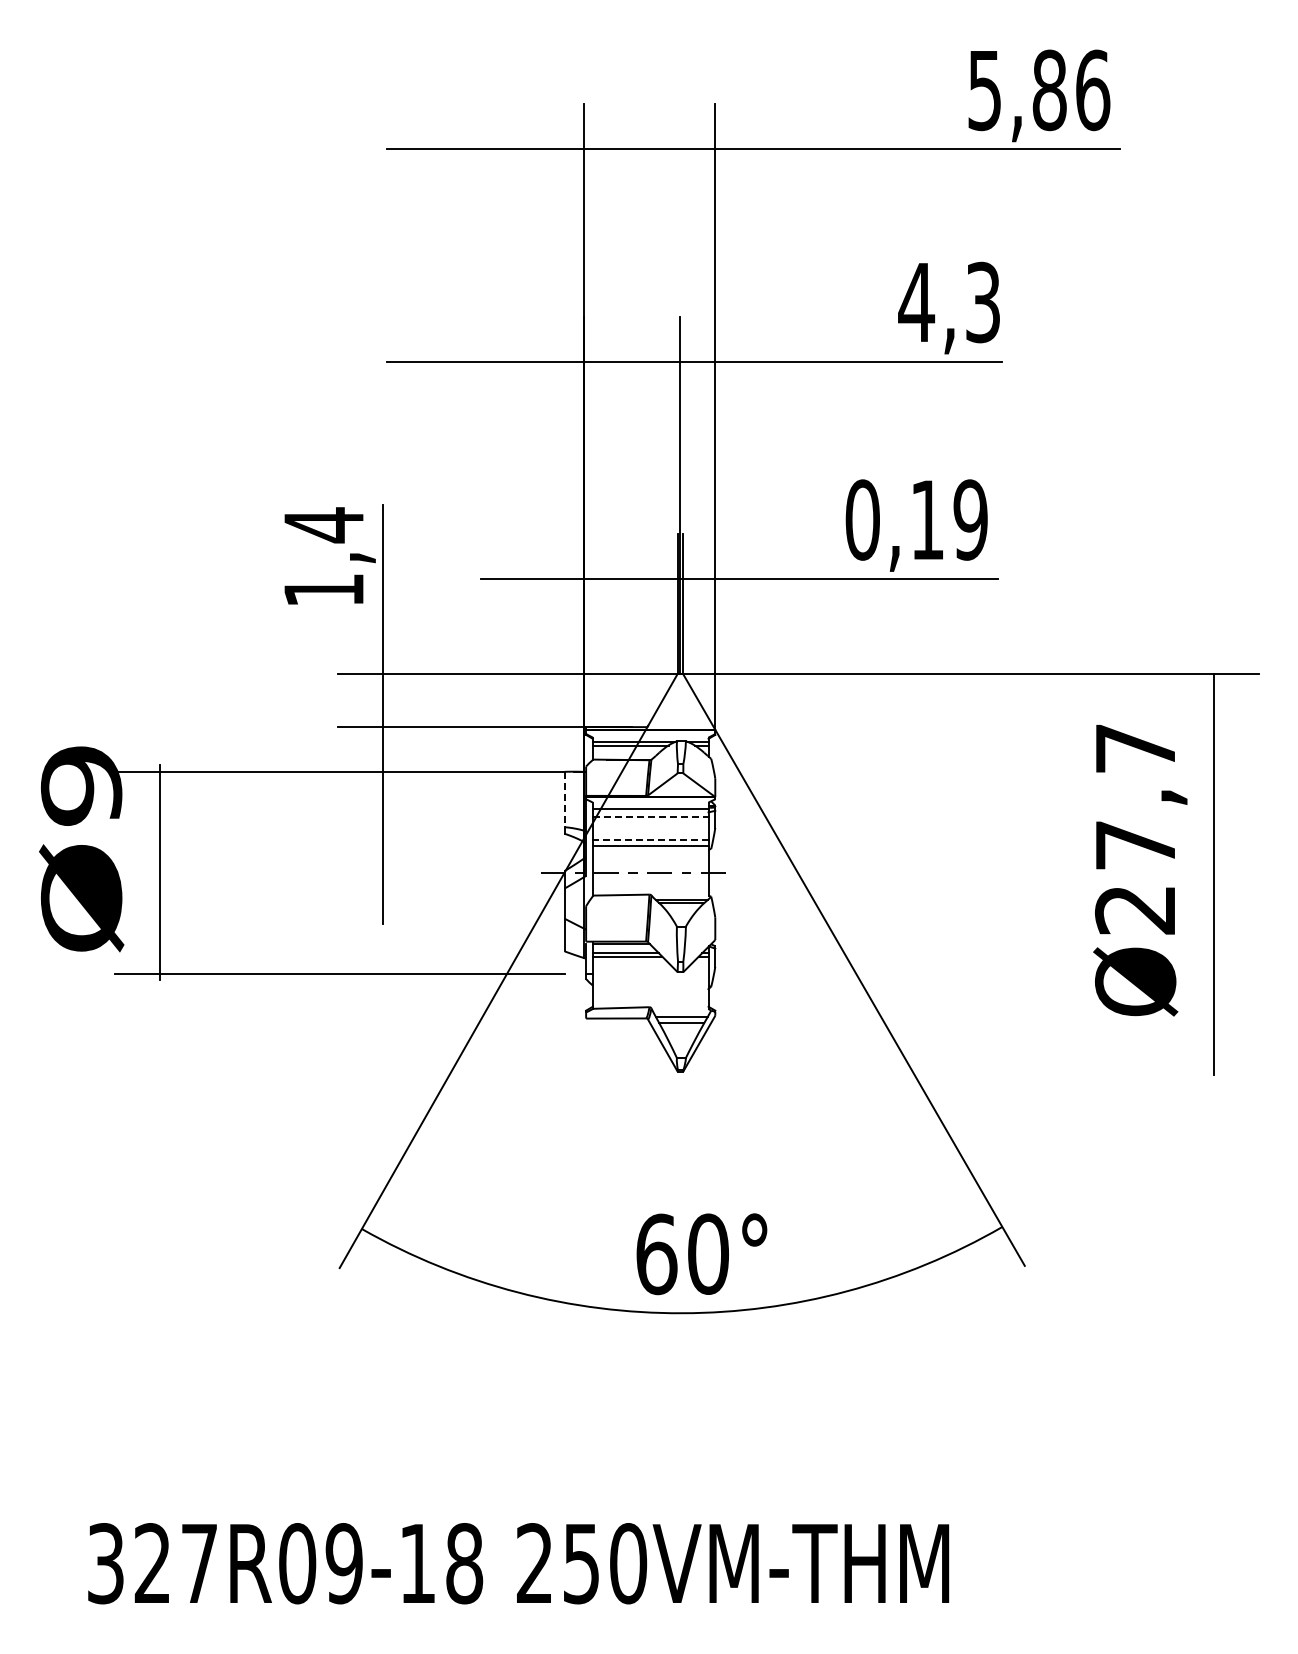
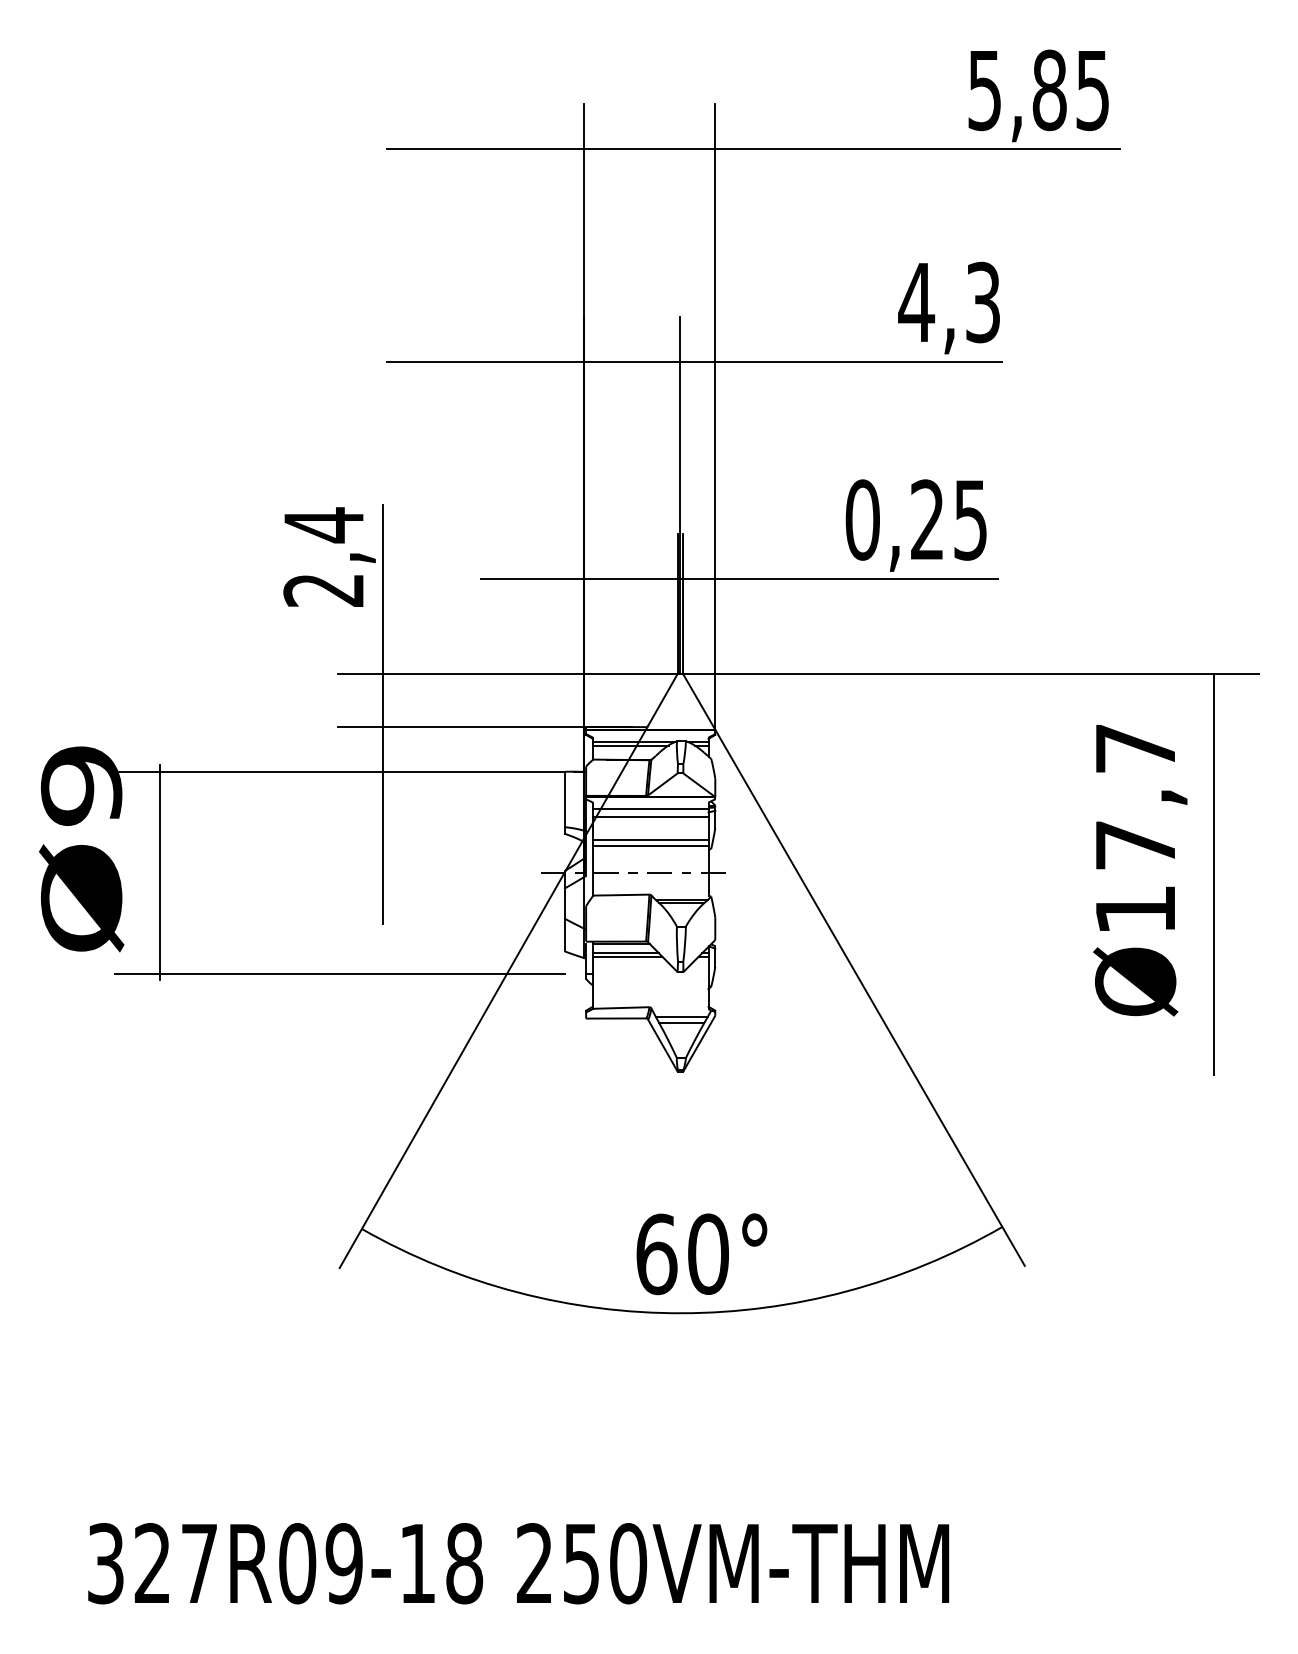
text at (1093, 90): 5,86 -> 5,85
text at (949, 519): 0,19 -> 0,25
text at (323, 590): 1,4 -> 2,4
line at (564, 799): dashed -> solid
line at (650, 816): dashed -> solid
line at (650, 840): dashed -> solid
text at (1134, 910): Ø27,7 -> Ø17,7
